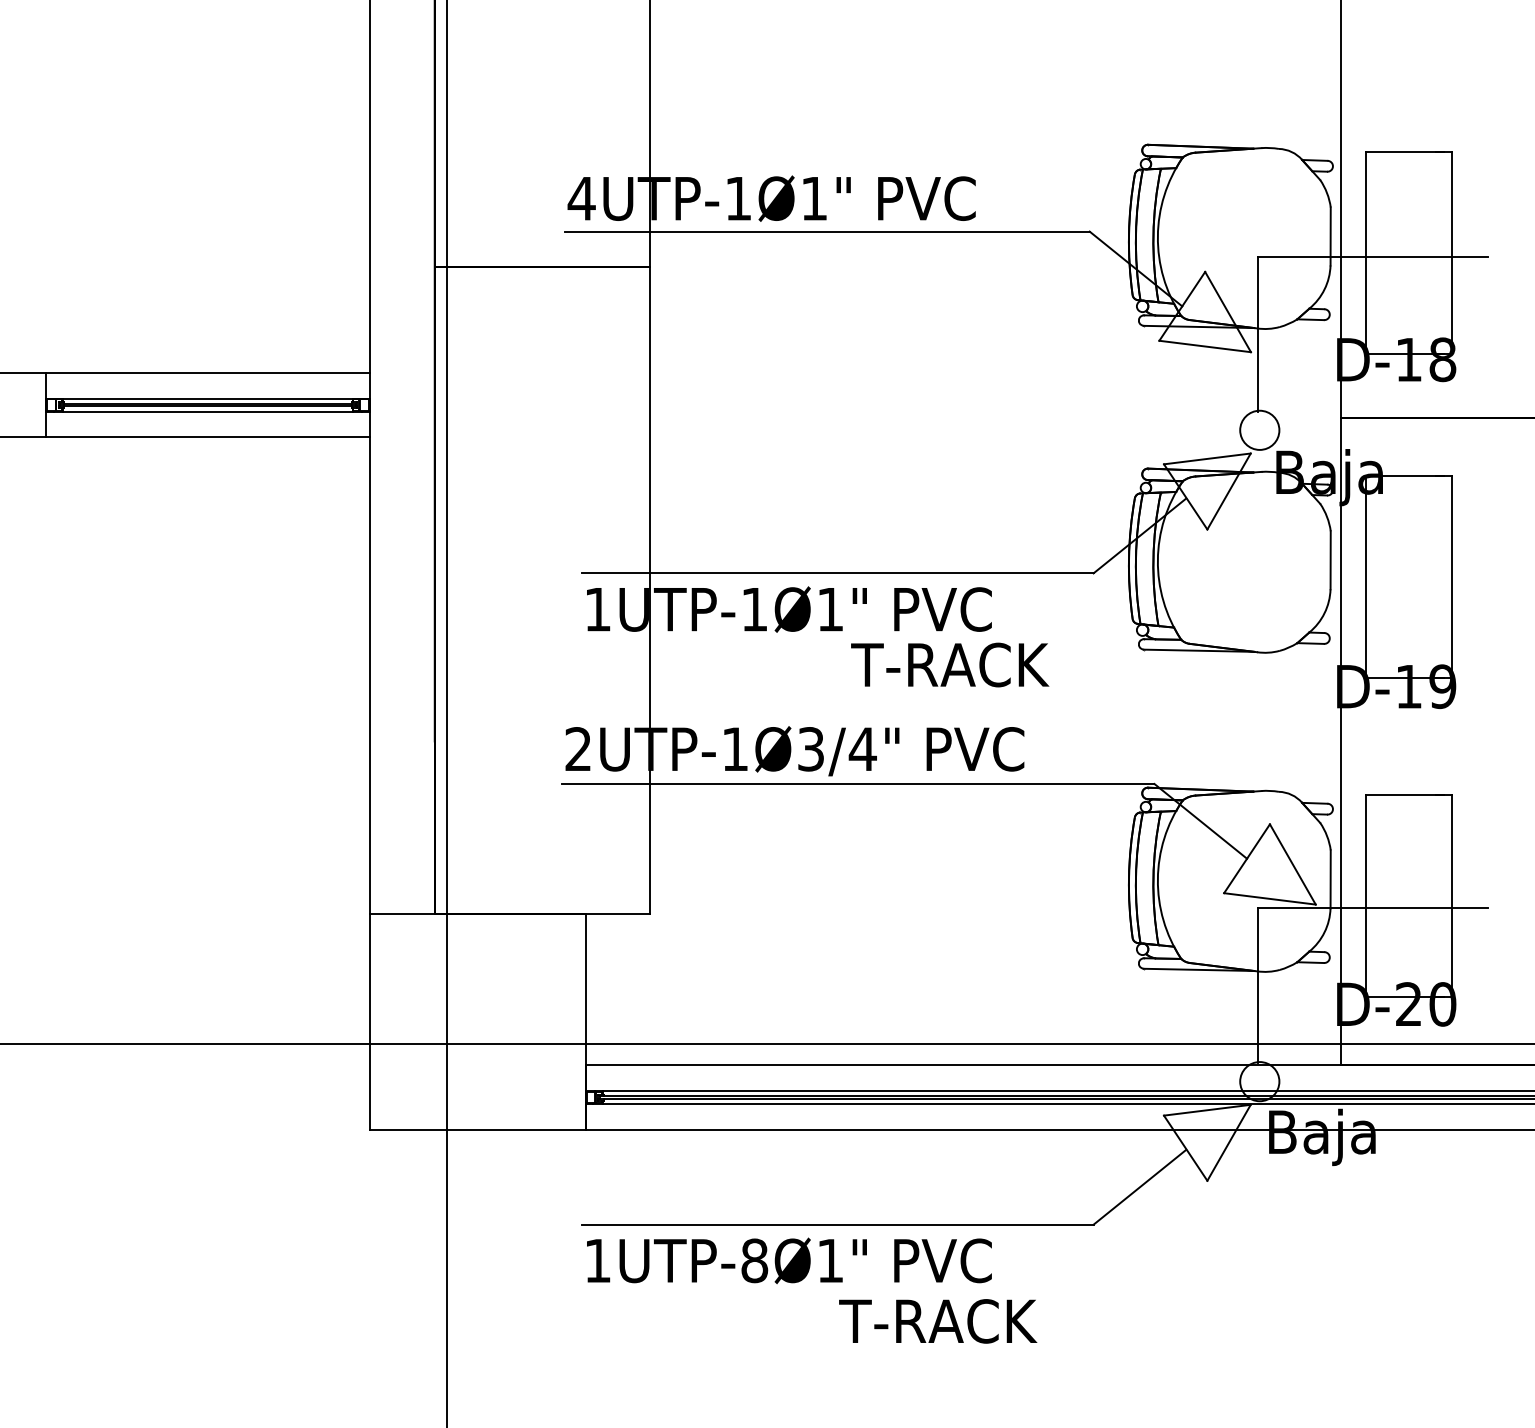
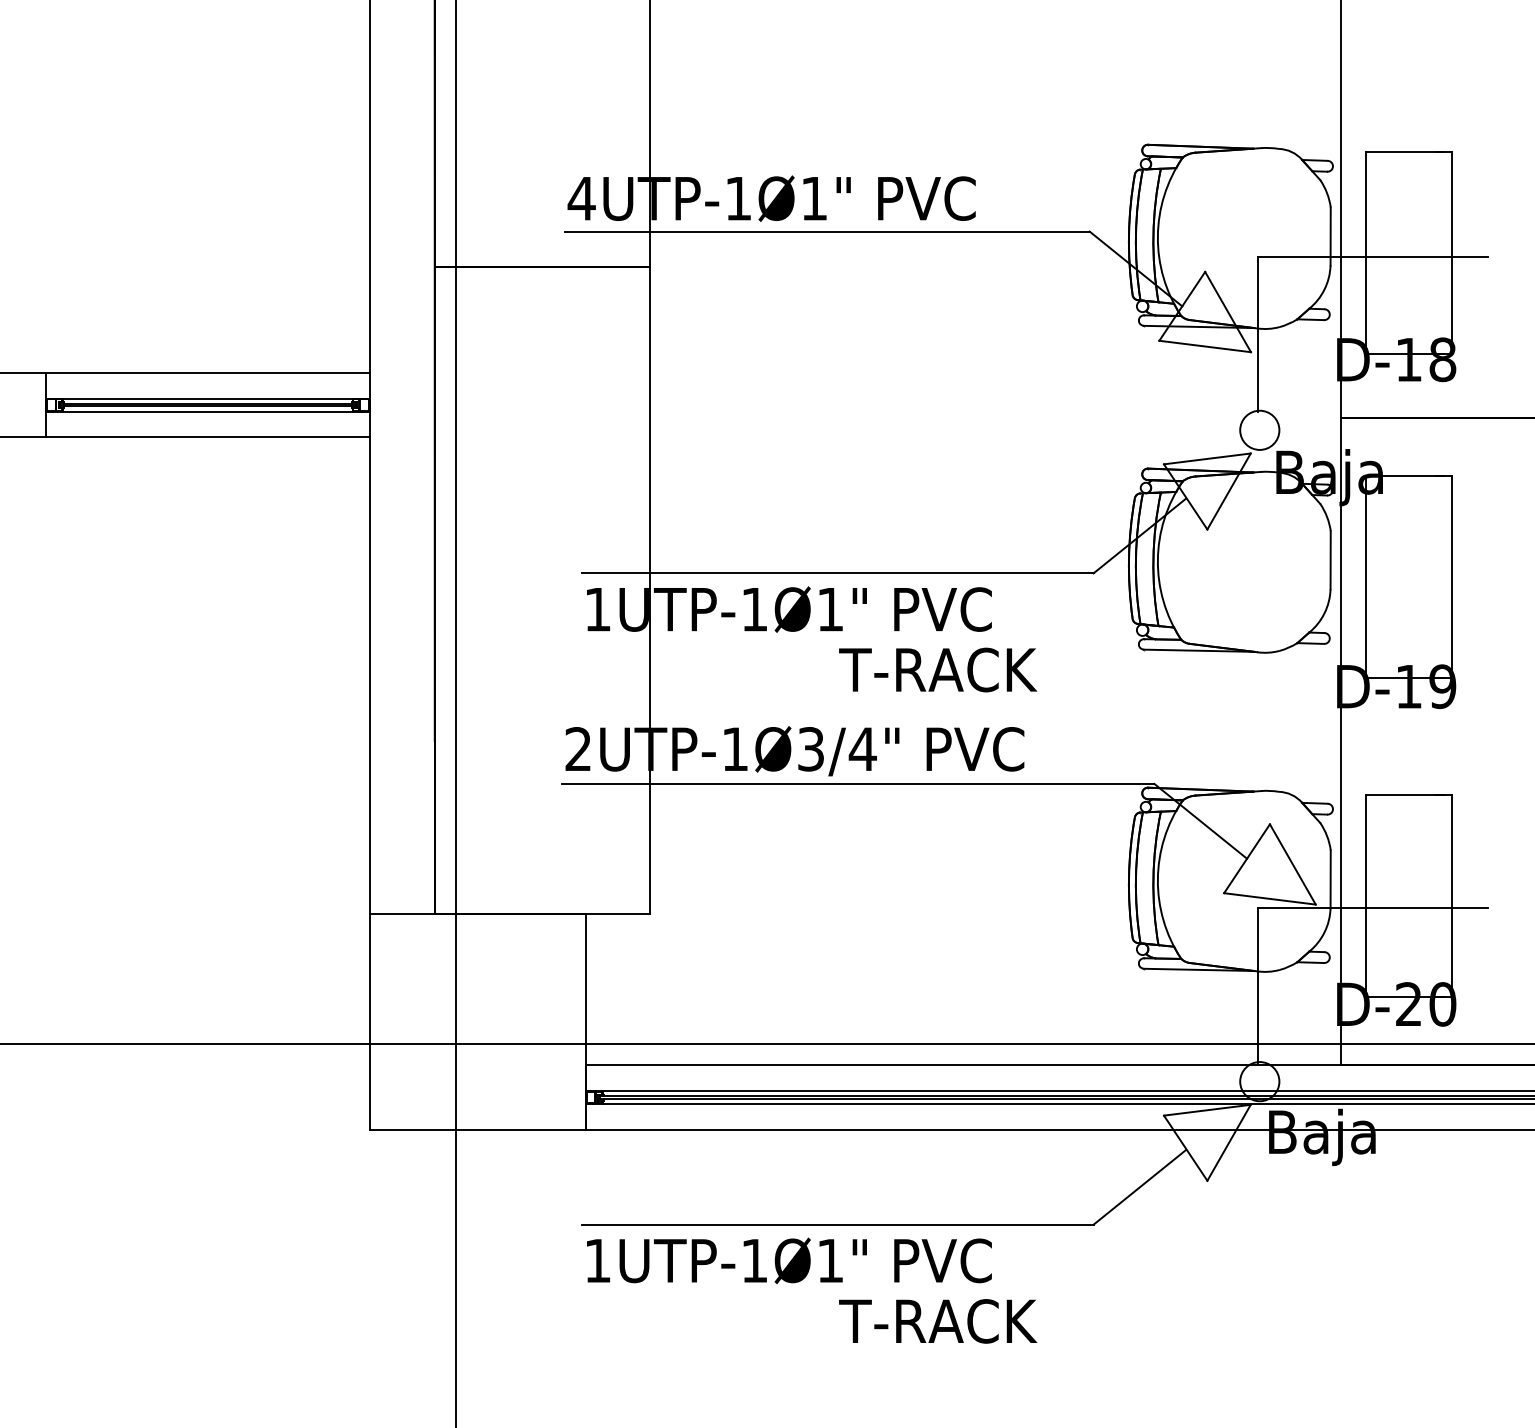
text at (950, 664) position: (950, 664) -> (938, 669)
line at (447, 713) position: (447, 713) -> (456, 713)
text at (754, 1260): 1UTP-8Ø1" -> 1UTP-1Ø1"
